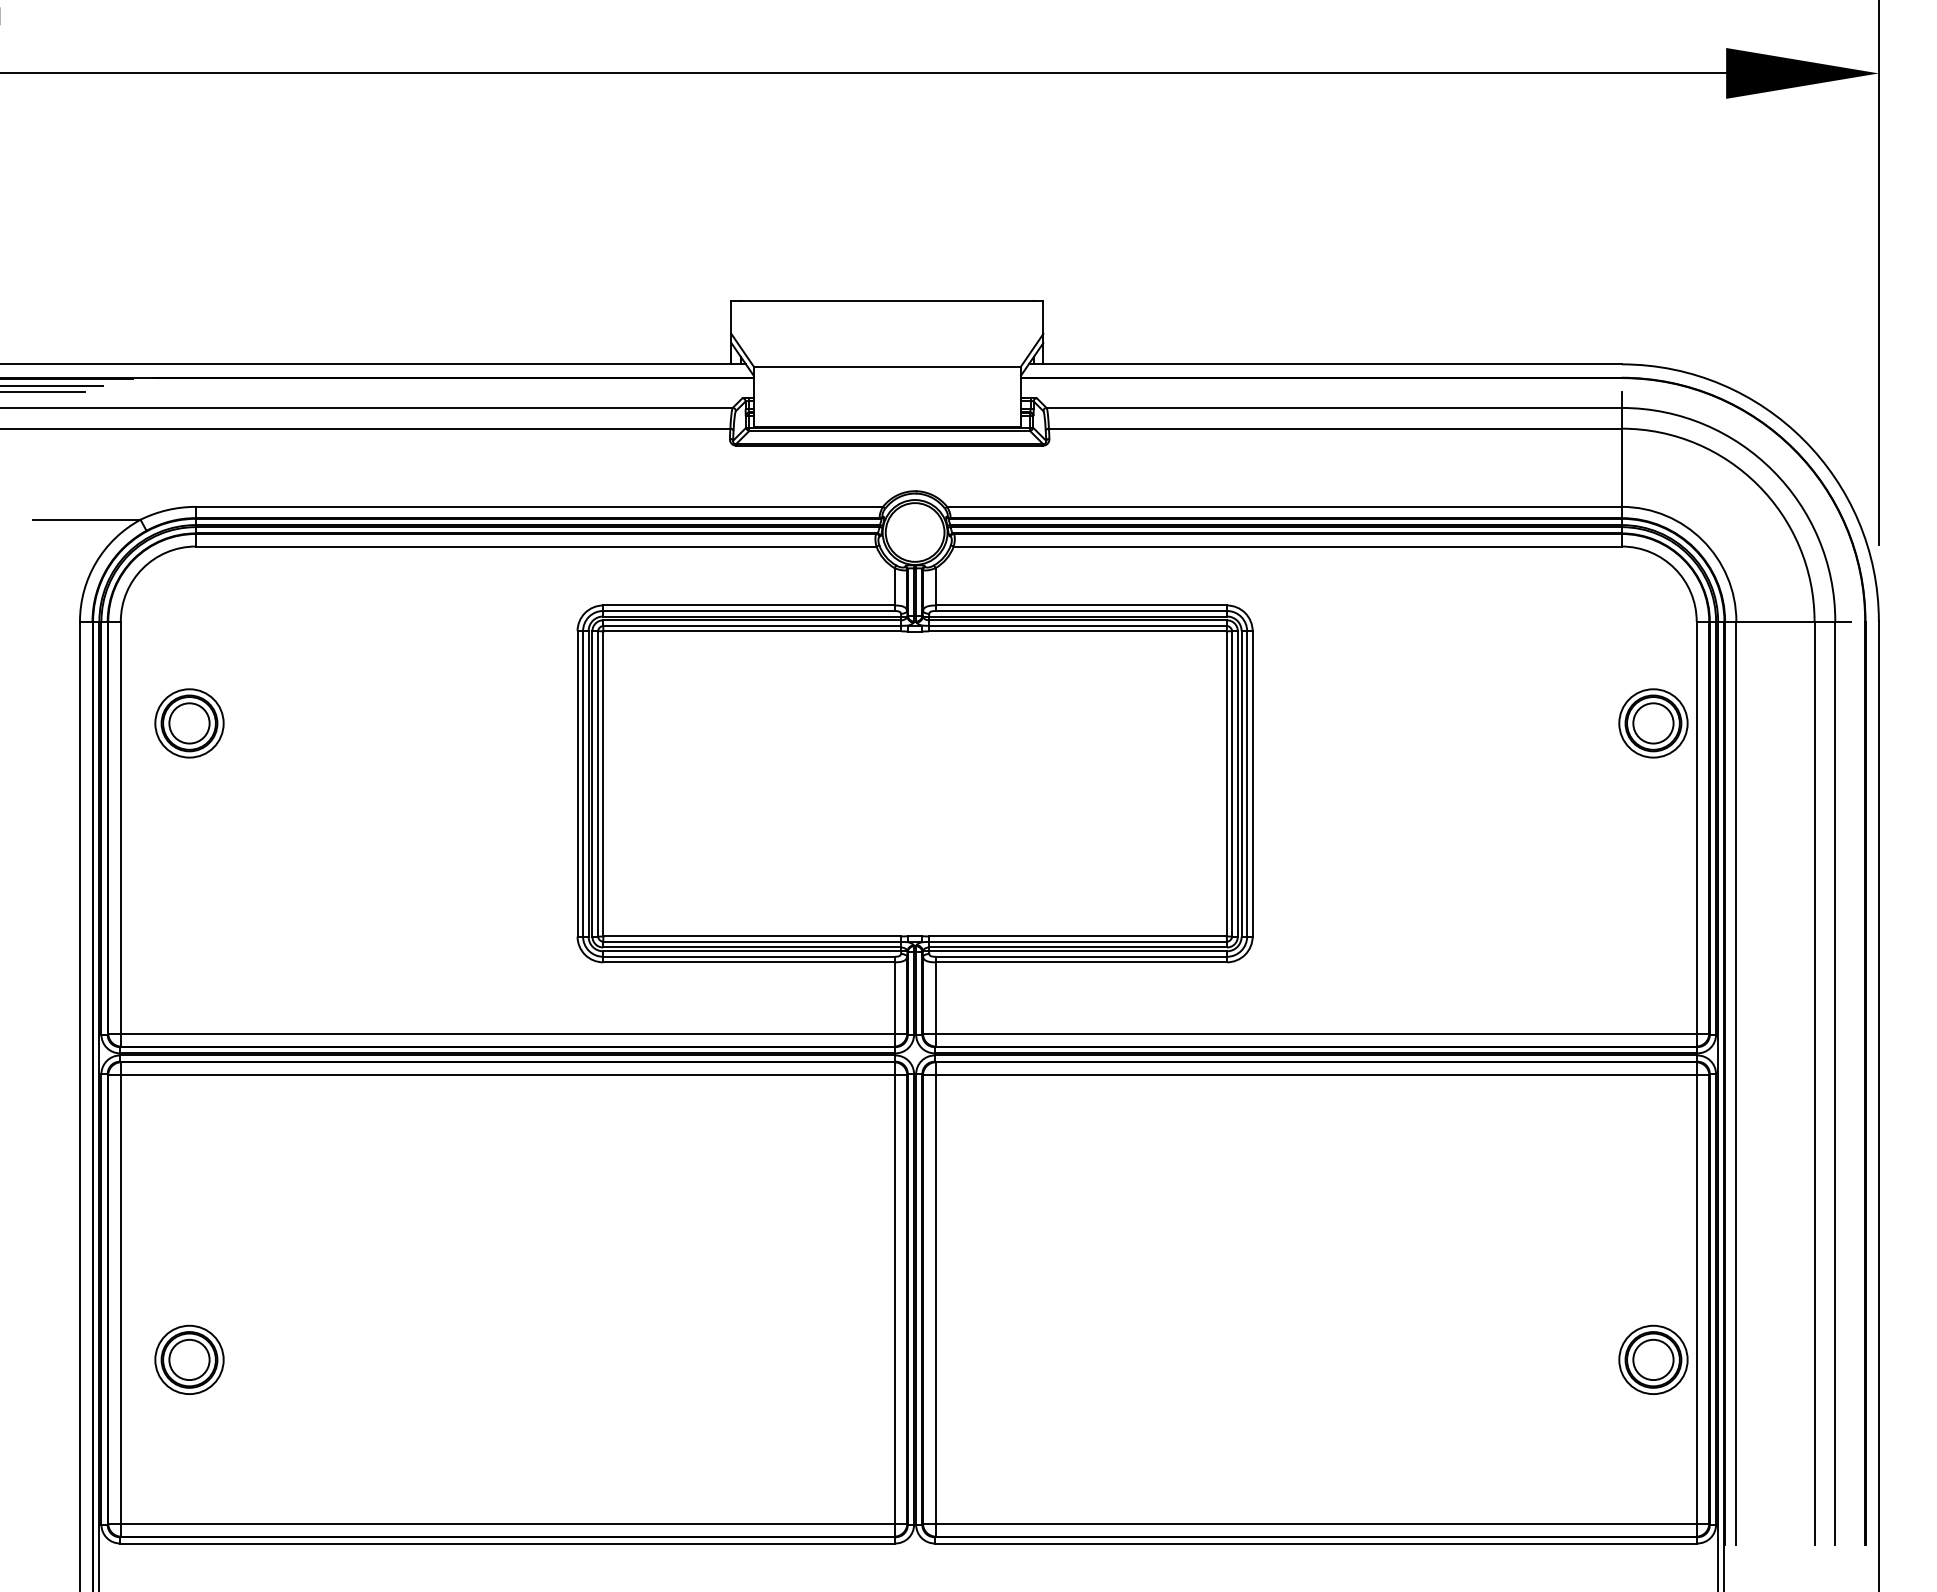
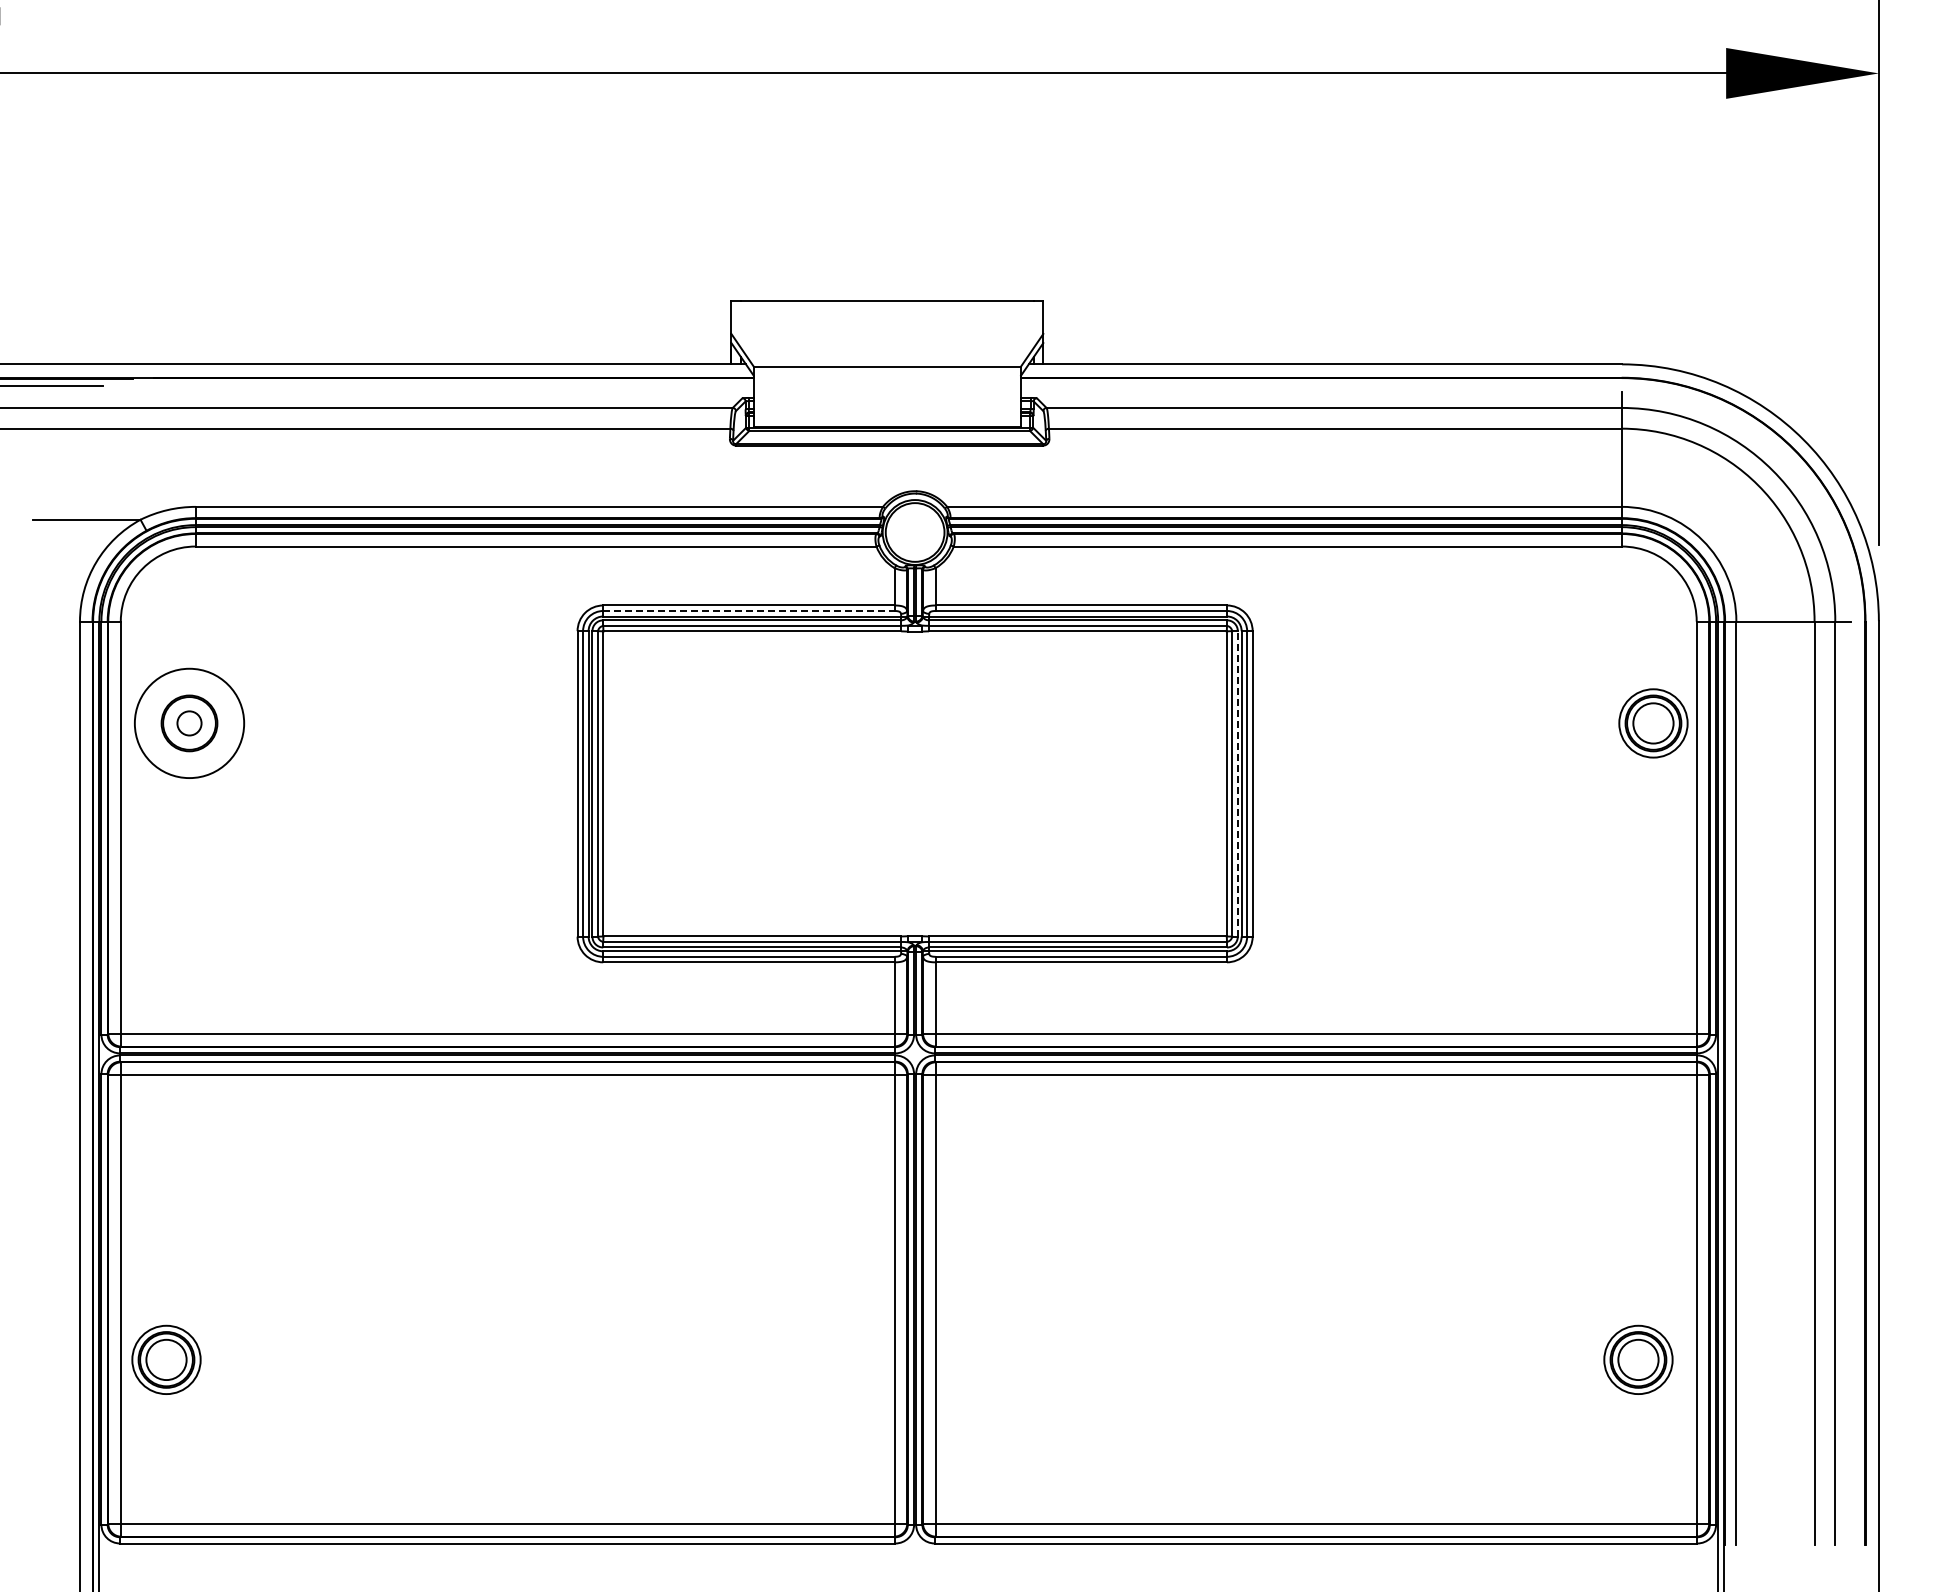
line at (43, 392): present -> none
line at (748, 611): solid -> dashed
circle at (189, 723) diameter: 40 px -> 24 px
circle at (189, 723) diameter: 68 px -> 109 px
line at (1237, 783): solid -> dashed
part at (189, 1359) position: (189, 1359) -> (166, 1359)
part at (1653, 1359) position: (1653, 1359) -> (1638, 1359)
